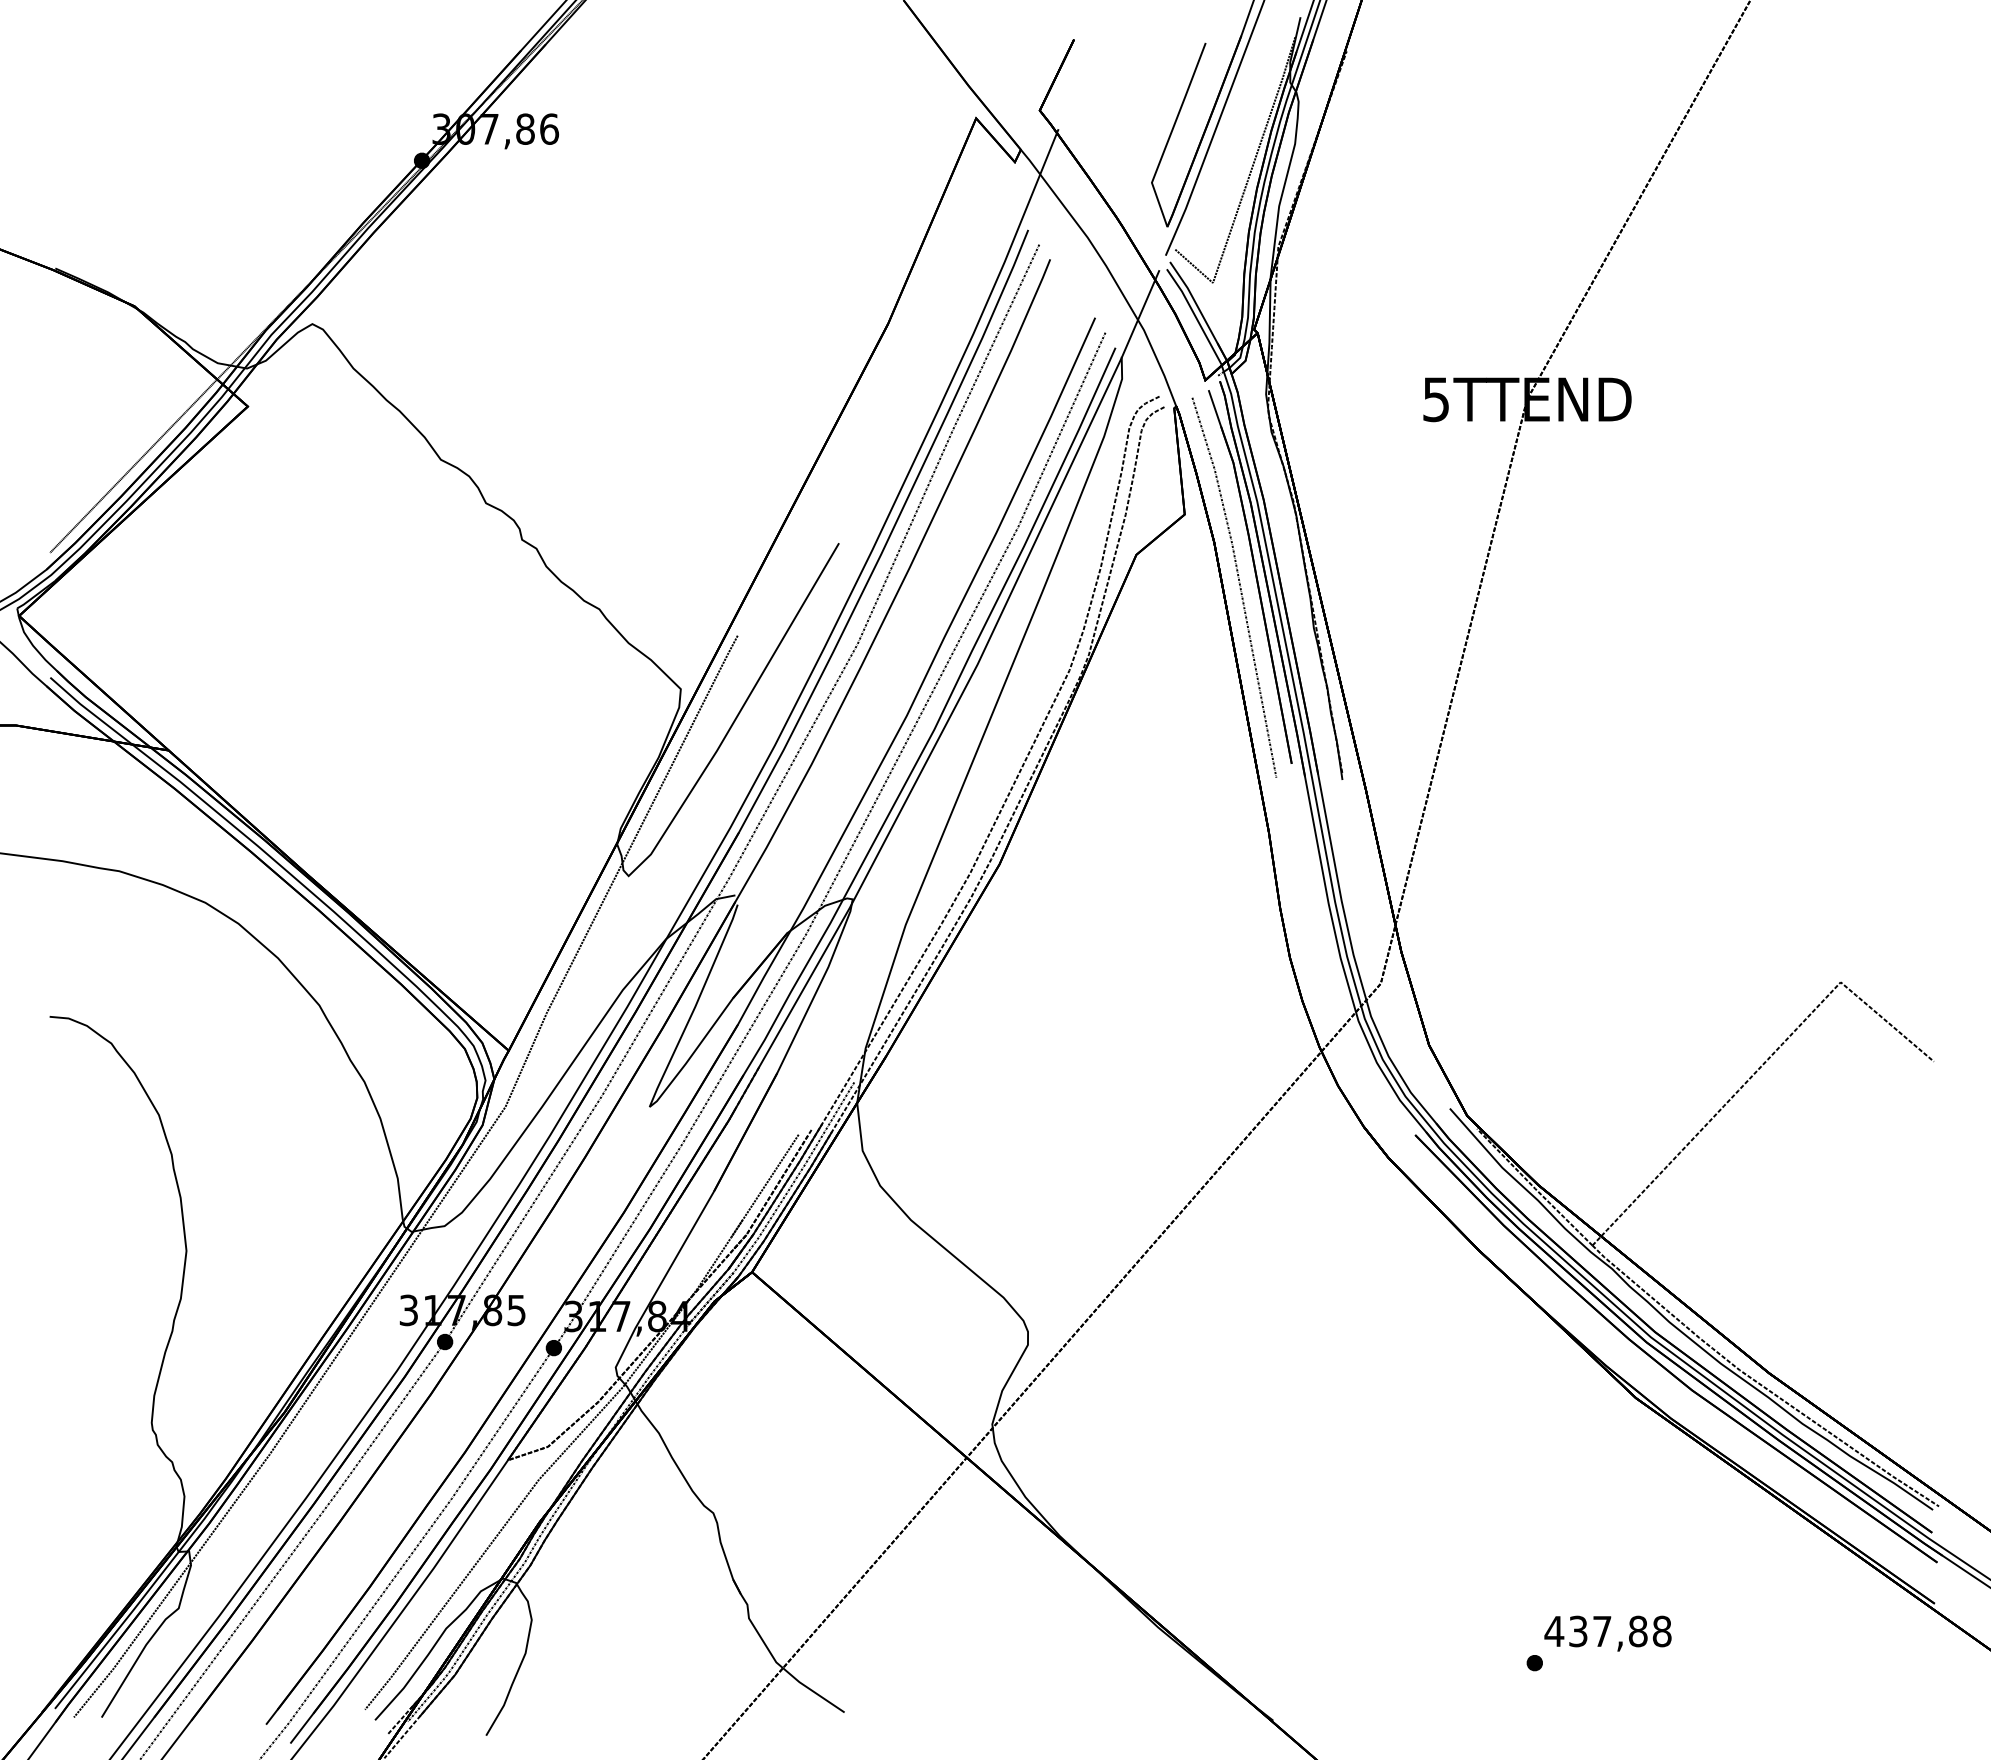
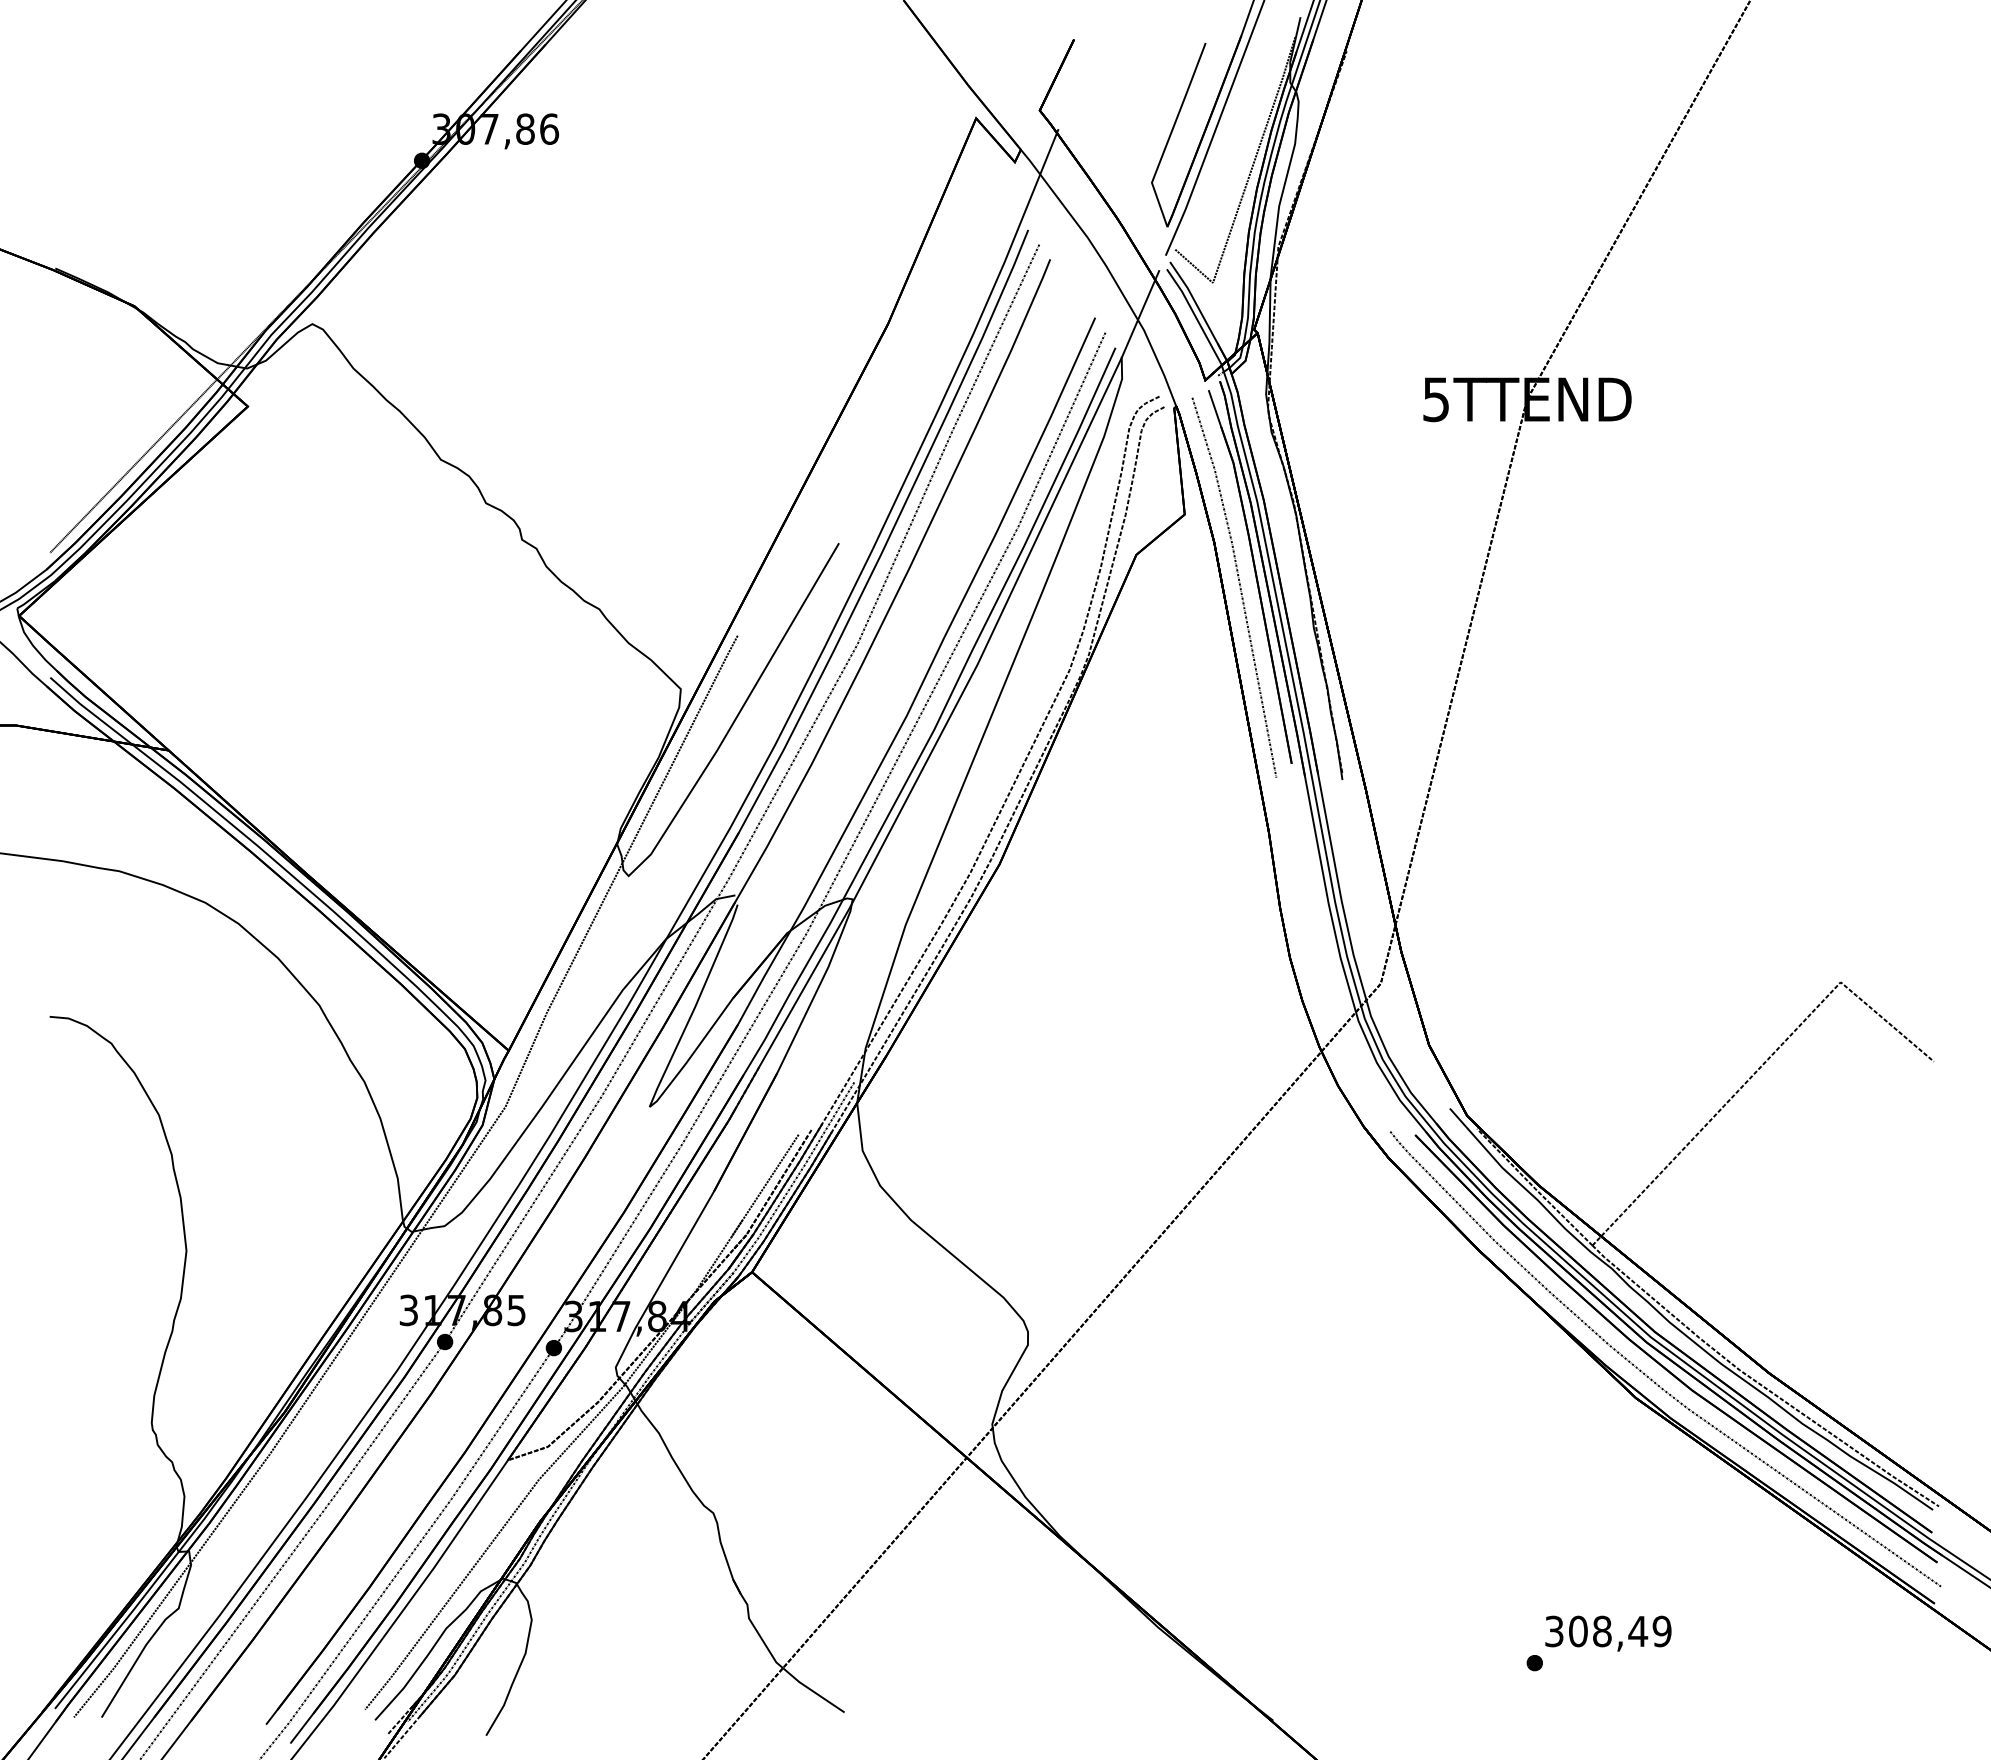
curve at (1650, 1377): none -> present
text at (1607, 1631): 437,88 -> 308,49
